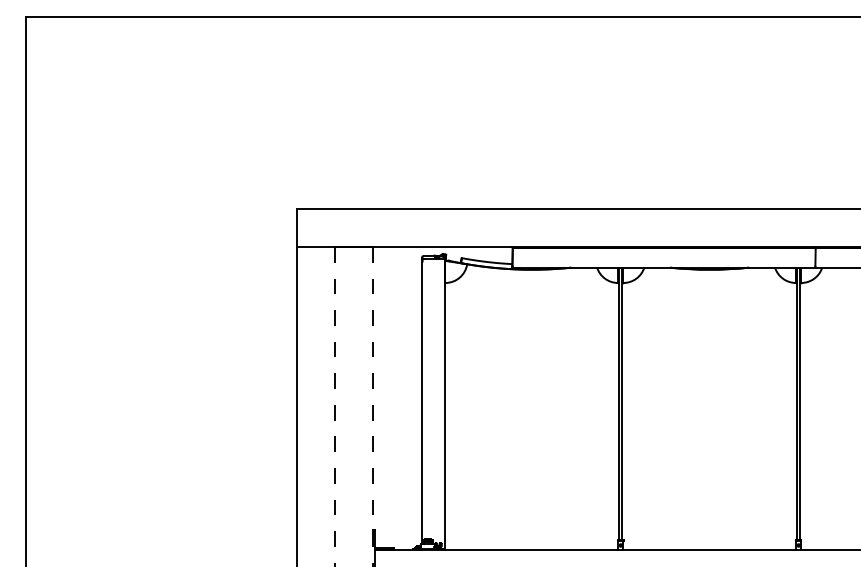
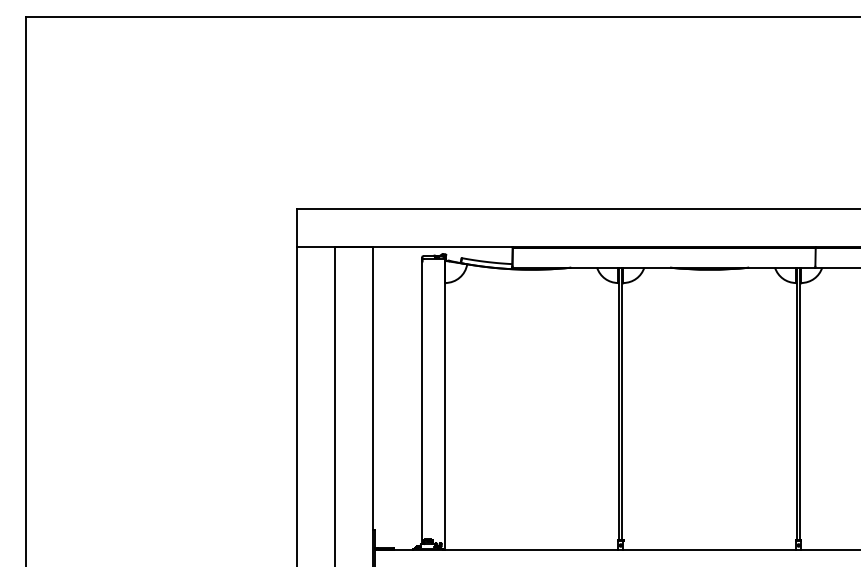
line at (335, 406): dashed -> solid
line at (373, 406): dashed -> solid
